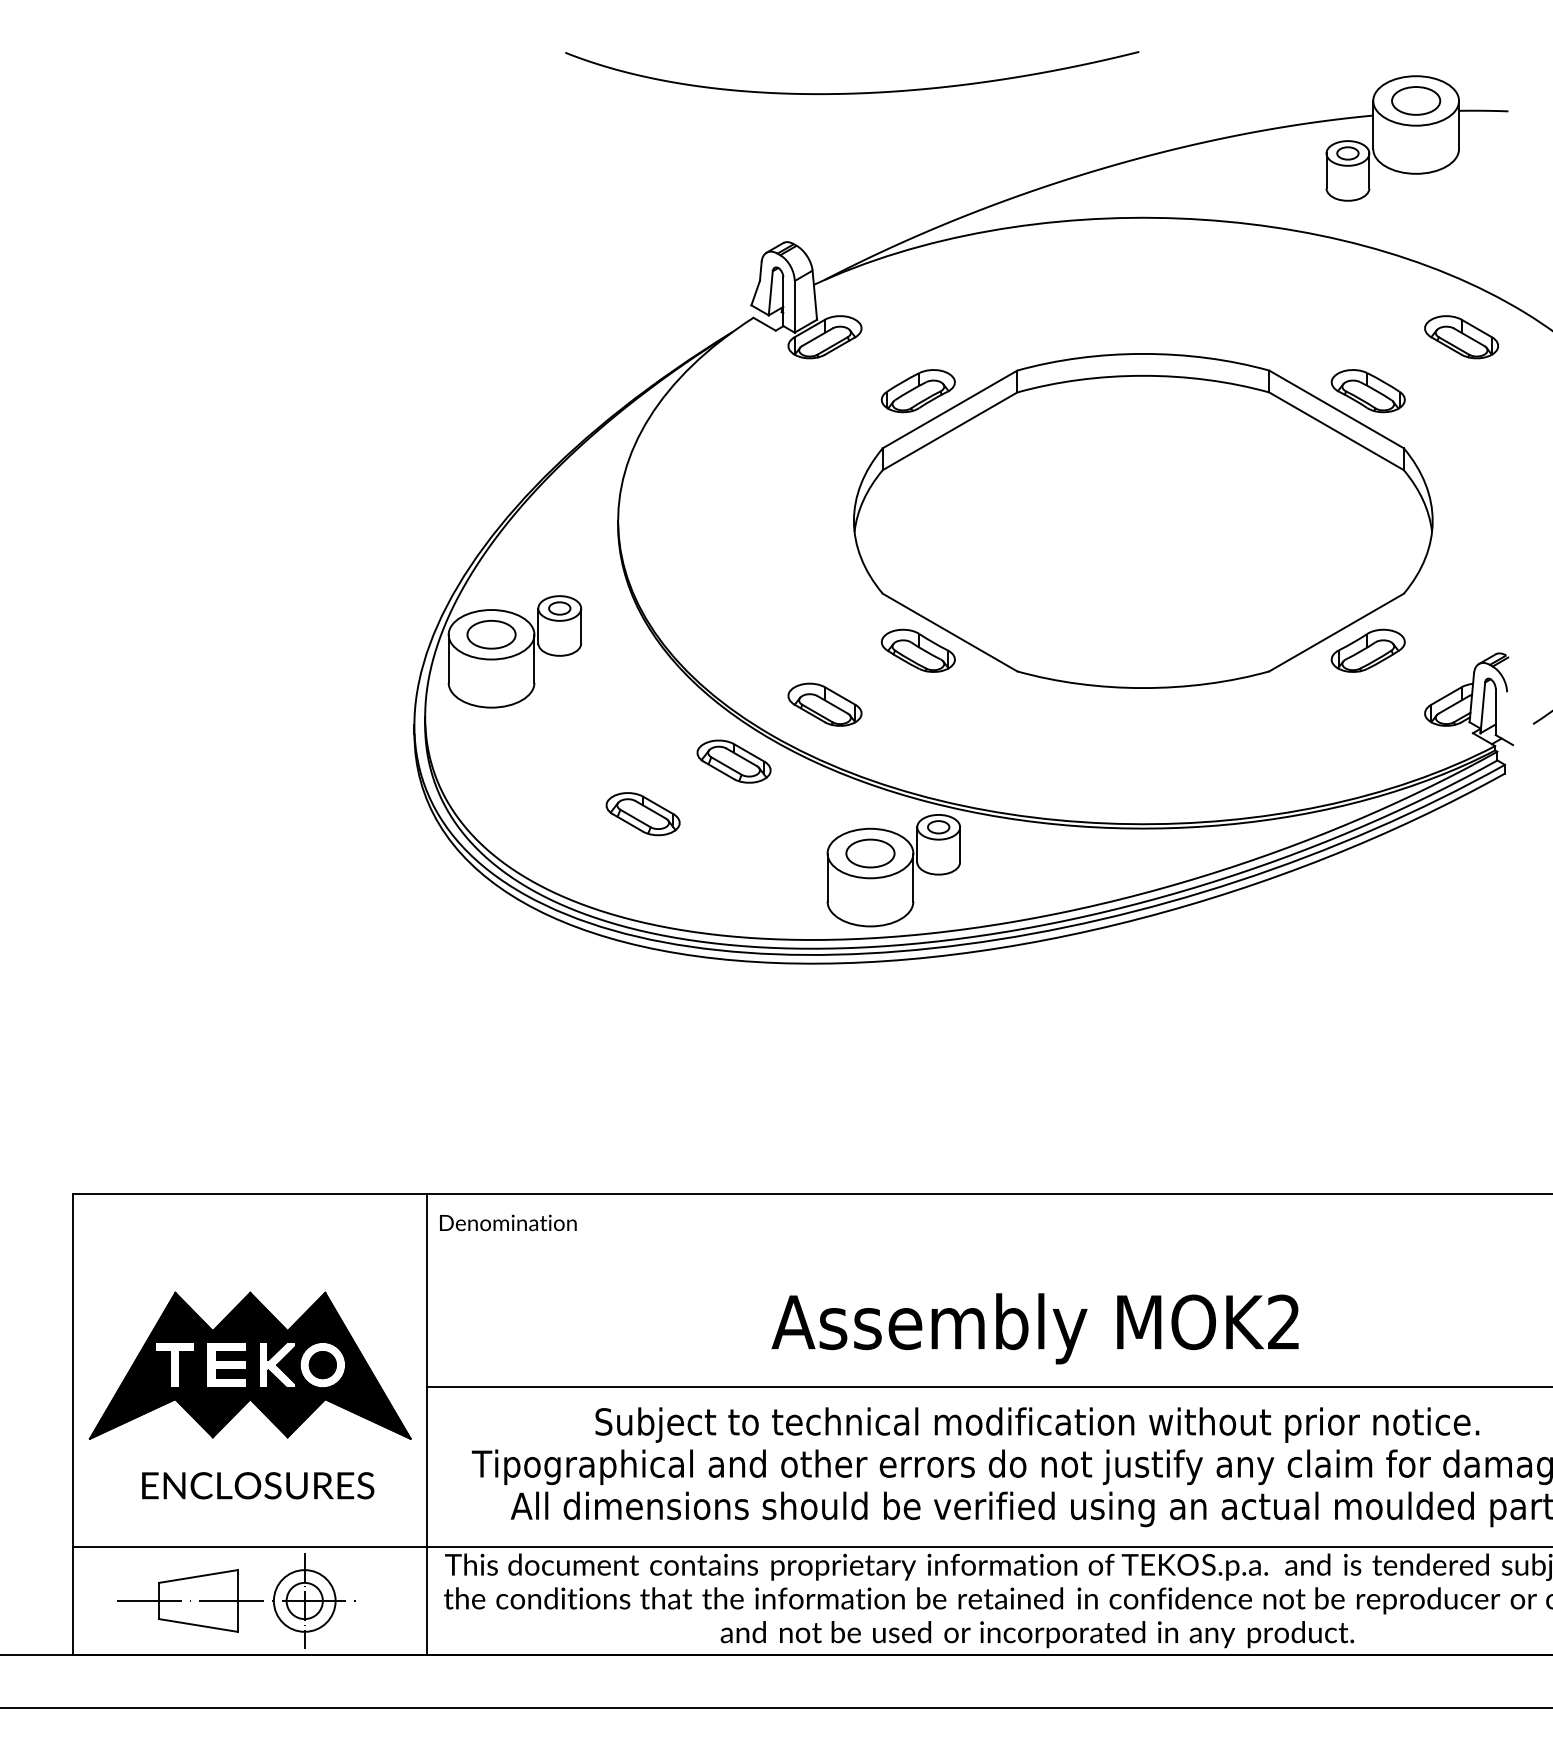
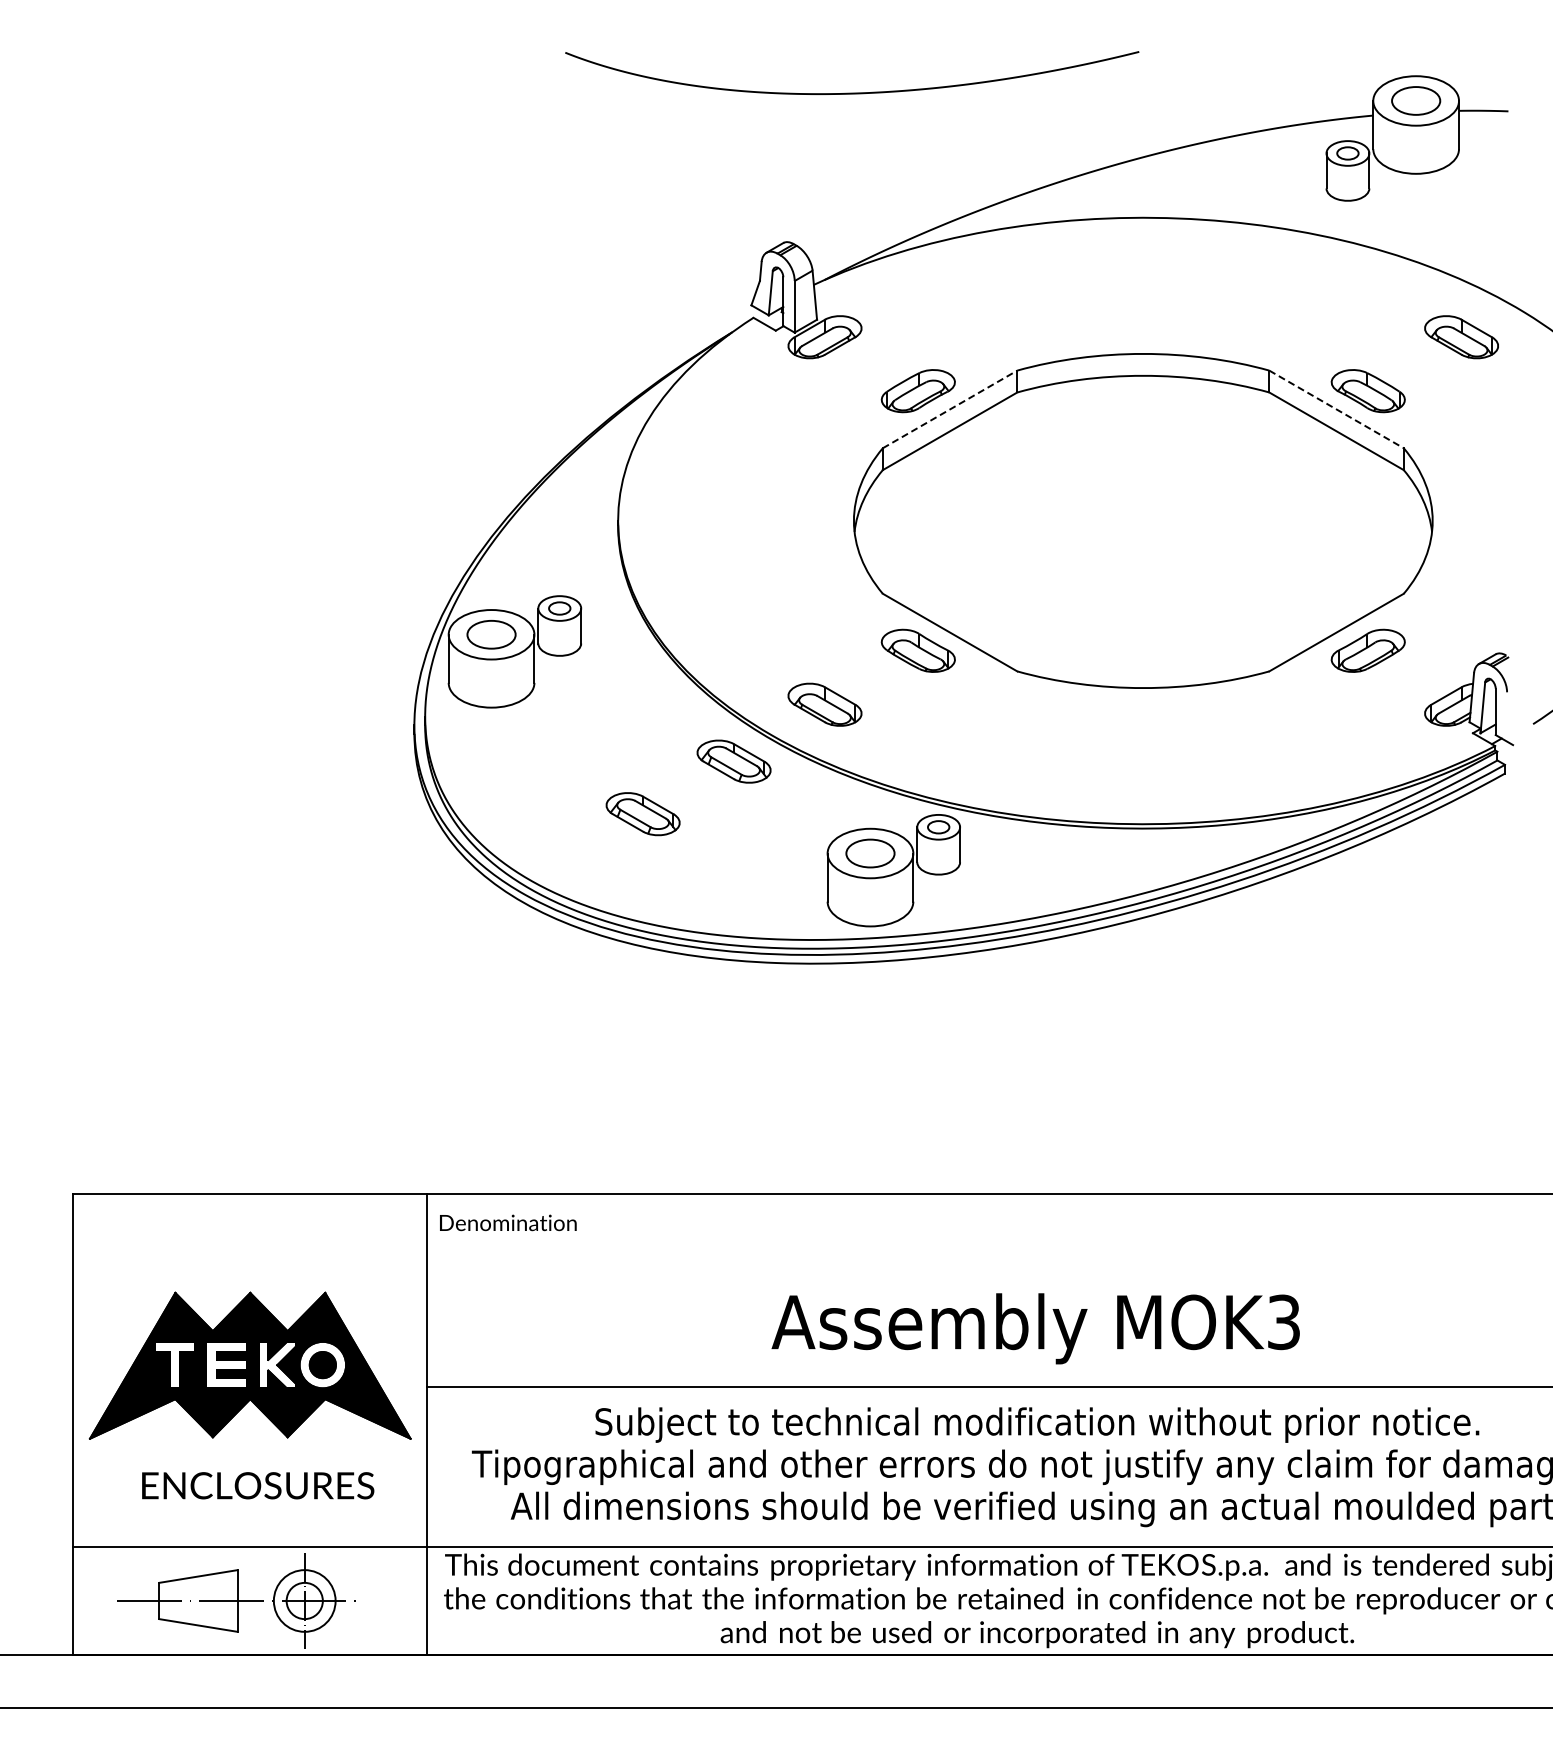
line at (950, 409): solid -> dashed
line at (1336, 409): solid -> dashed
text at (1283, 1322): MOK2 -> MOK3
